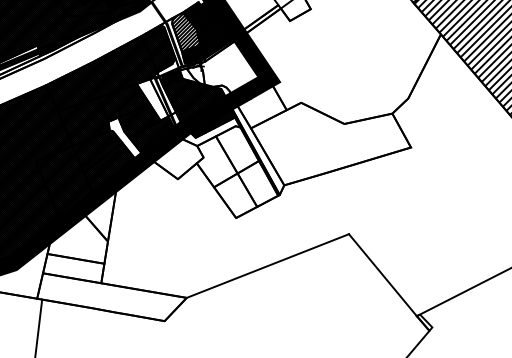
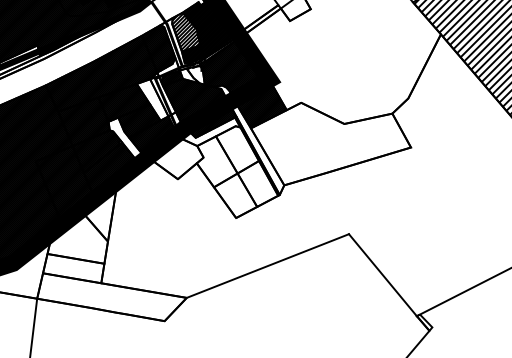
hatch at (242, 81): none -> present
line at (38, 326) position: (38, 326) -> (33, 326)
